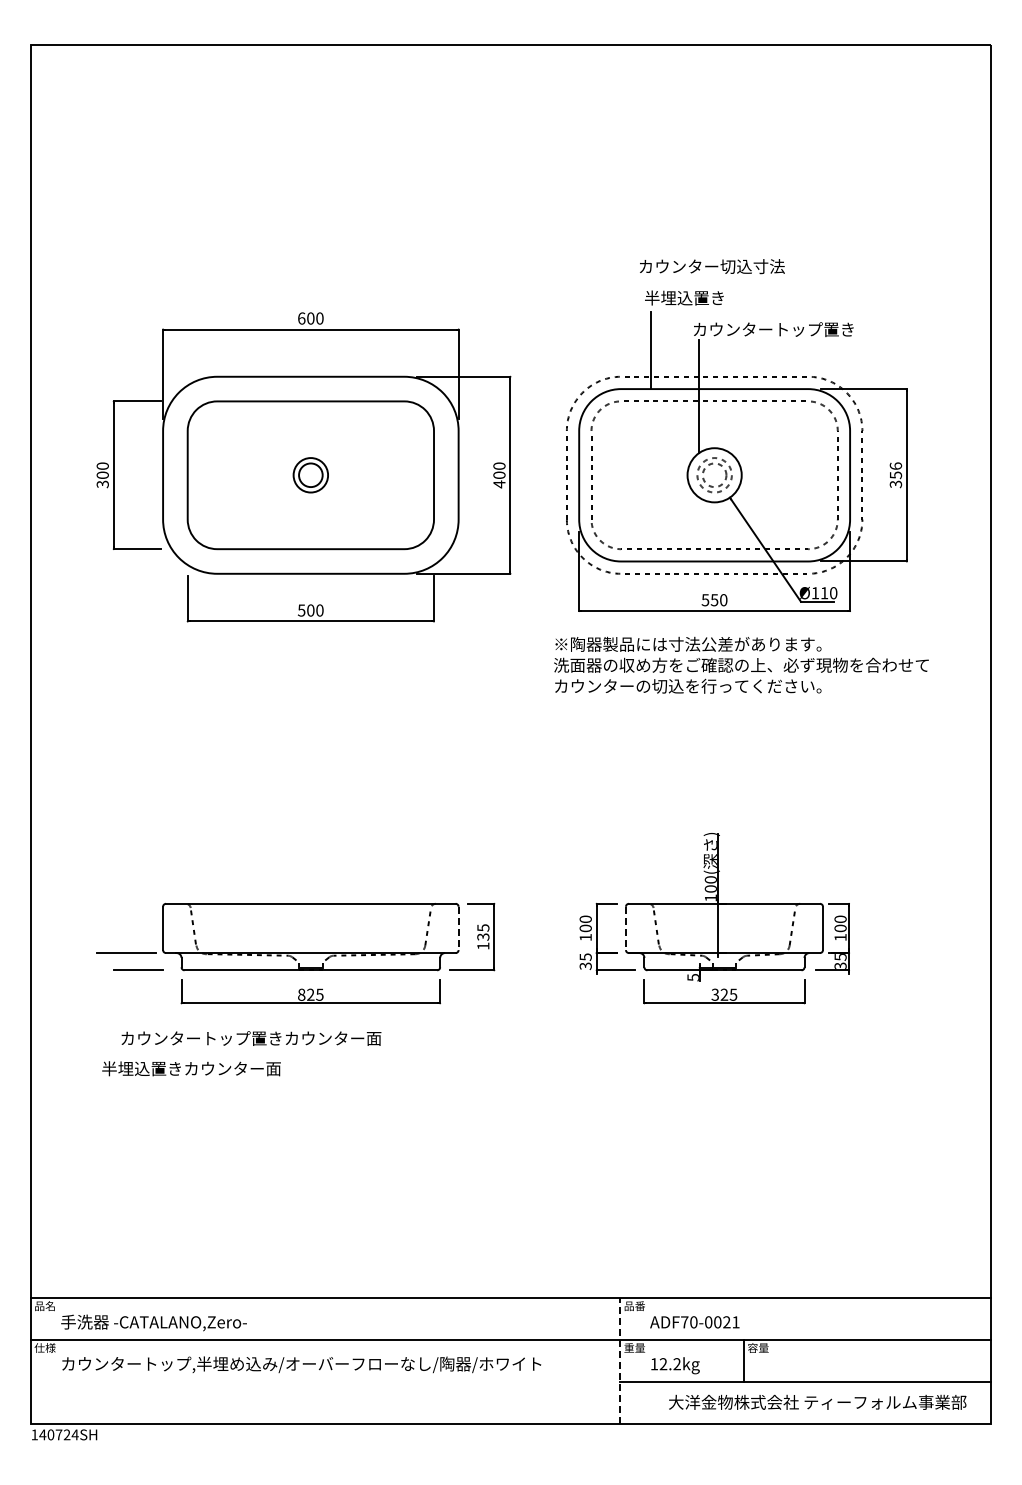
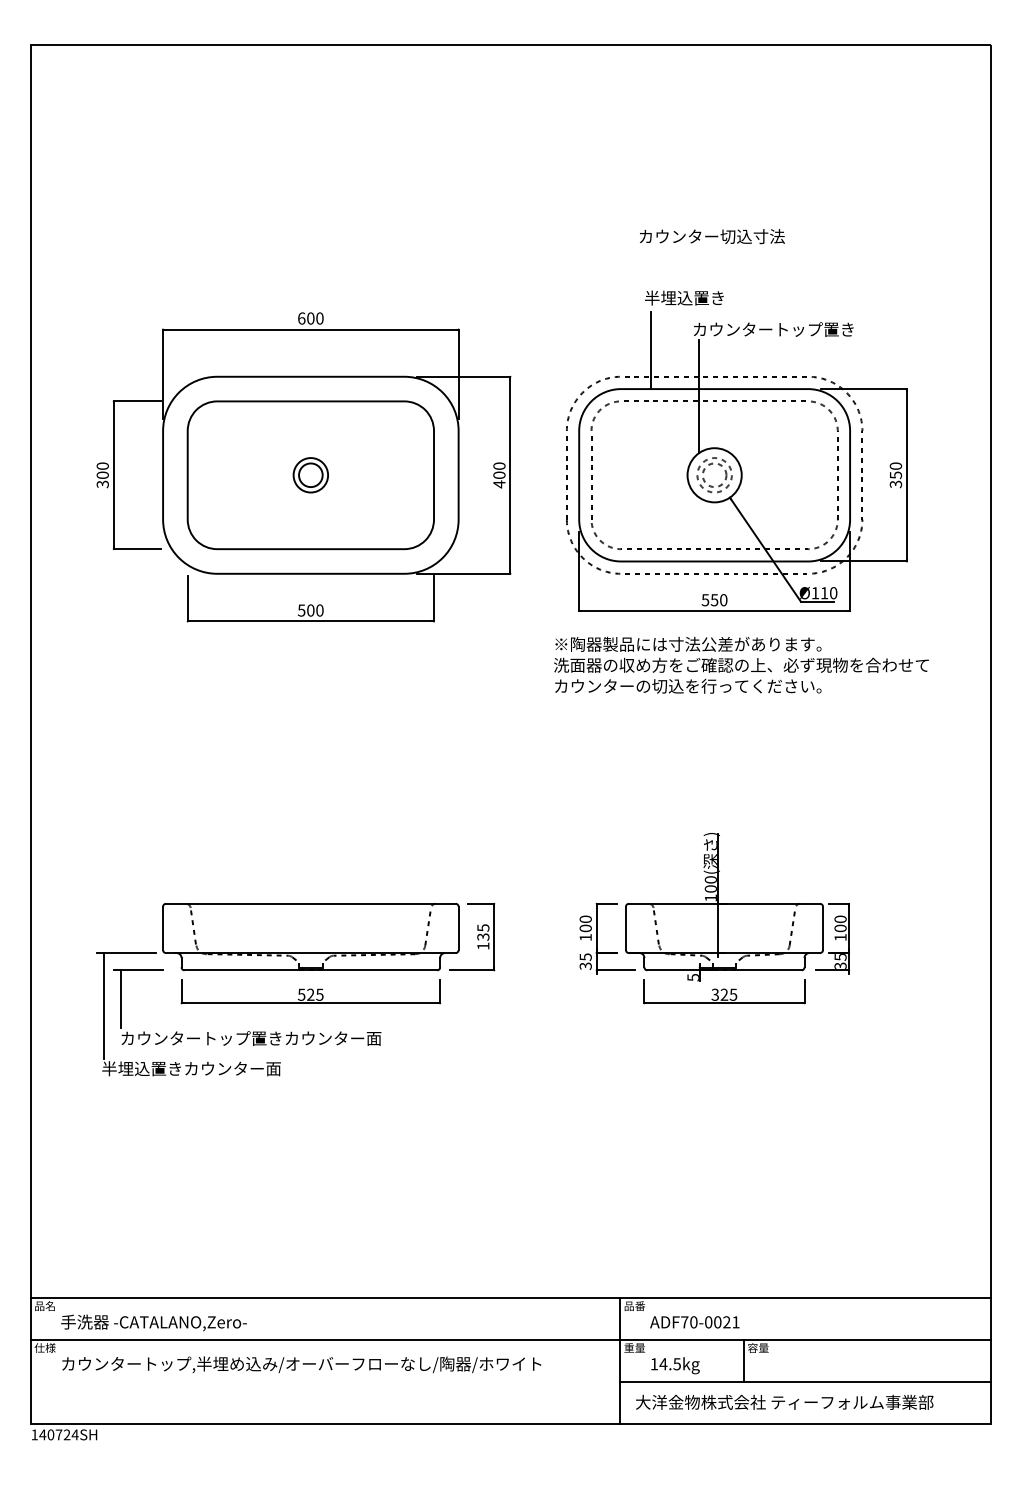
text at (712, 266) position: (712, 266) -> (712, 236)
text at (895, 465): 356 -> 350
line at (458, 928): dashed -> solid
line at (625, 928): dashed -> solid
text at (301, 994): 825 -> 525
line at (121, 998): none -> present
line at (104, 1006): none -> present
line at (620, 1360): dashed -> solid
text at (669, 1364): 12.2kg -> 14.5kg
text at (817, 1401) position: (817, 1401) -> (784, 1401)
